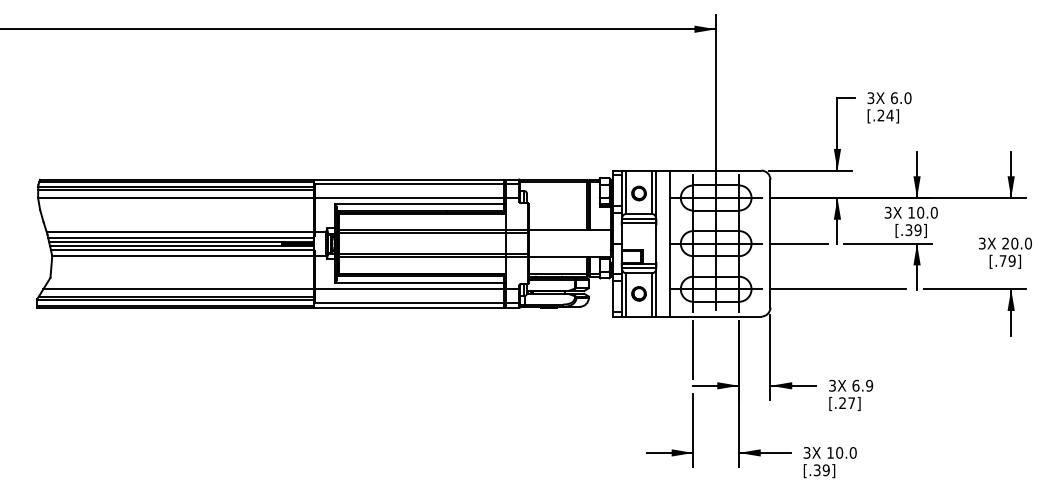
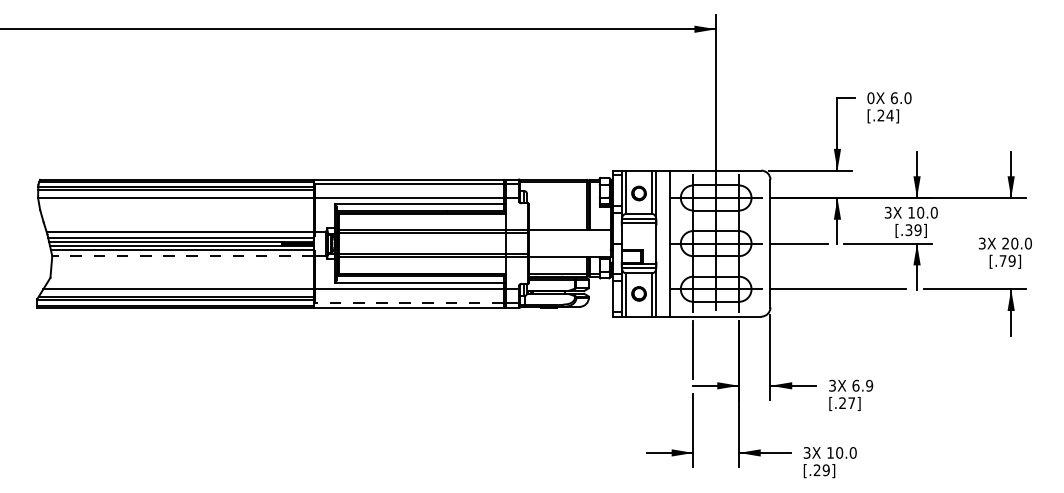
text at (870, 98): 3X -> 0X
line at (183, 255): solid -> dashed
line at (408, 302): solid -> dashed
text at (816, 470): [.39] -> [.29]
